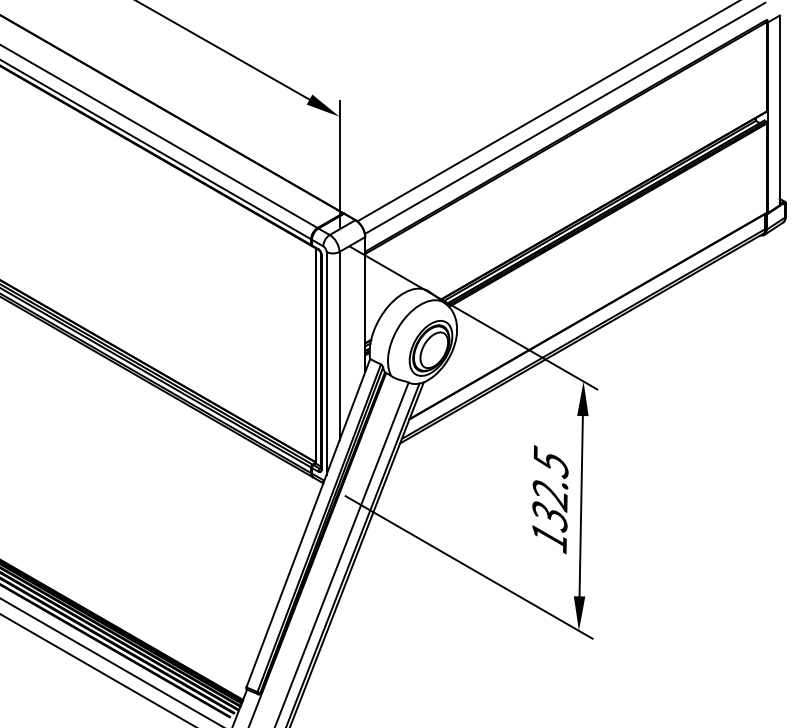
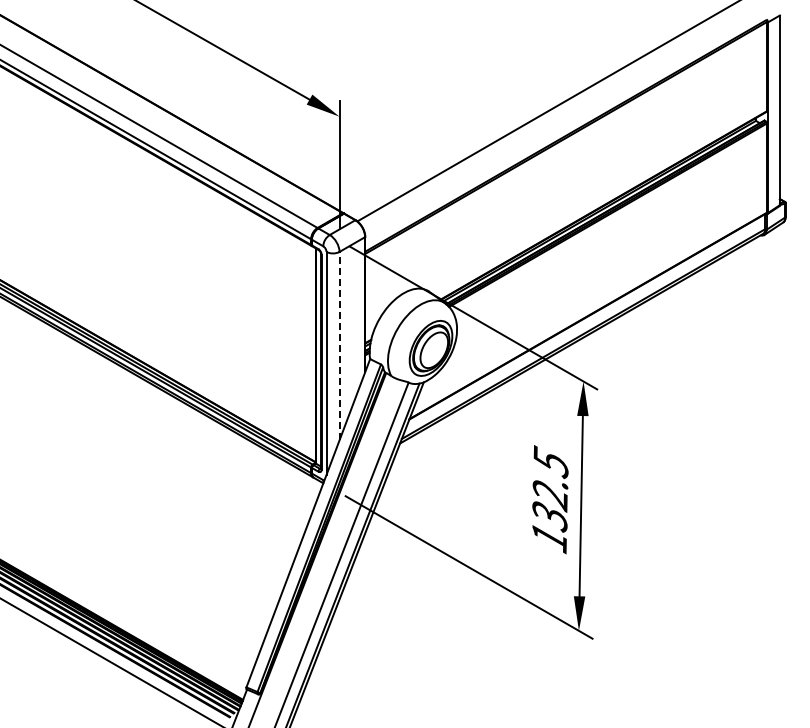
line at (565, 117): present -> none
line at (339, 345): solid -> dashed
line at (96, 669): present -> none
